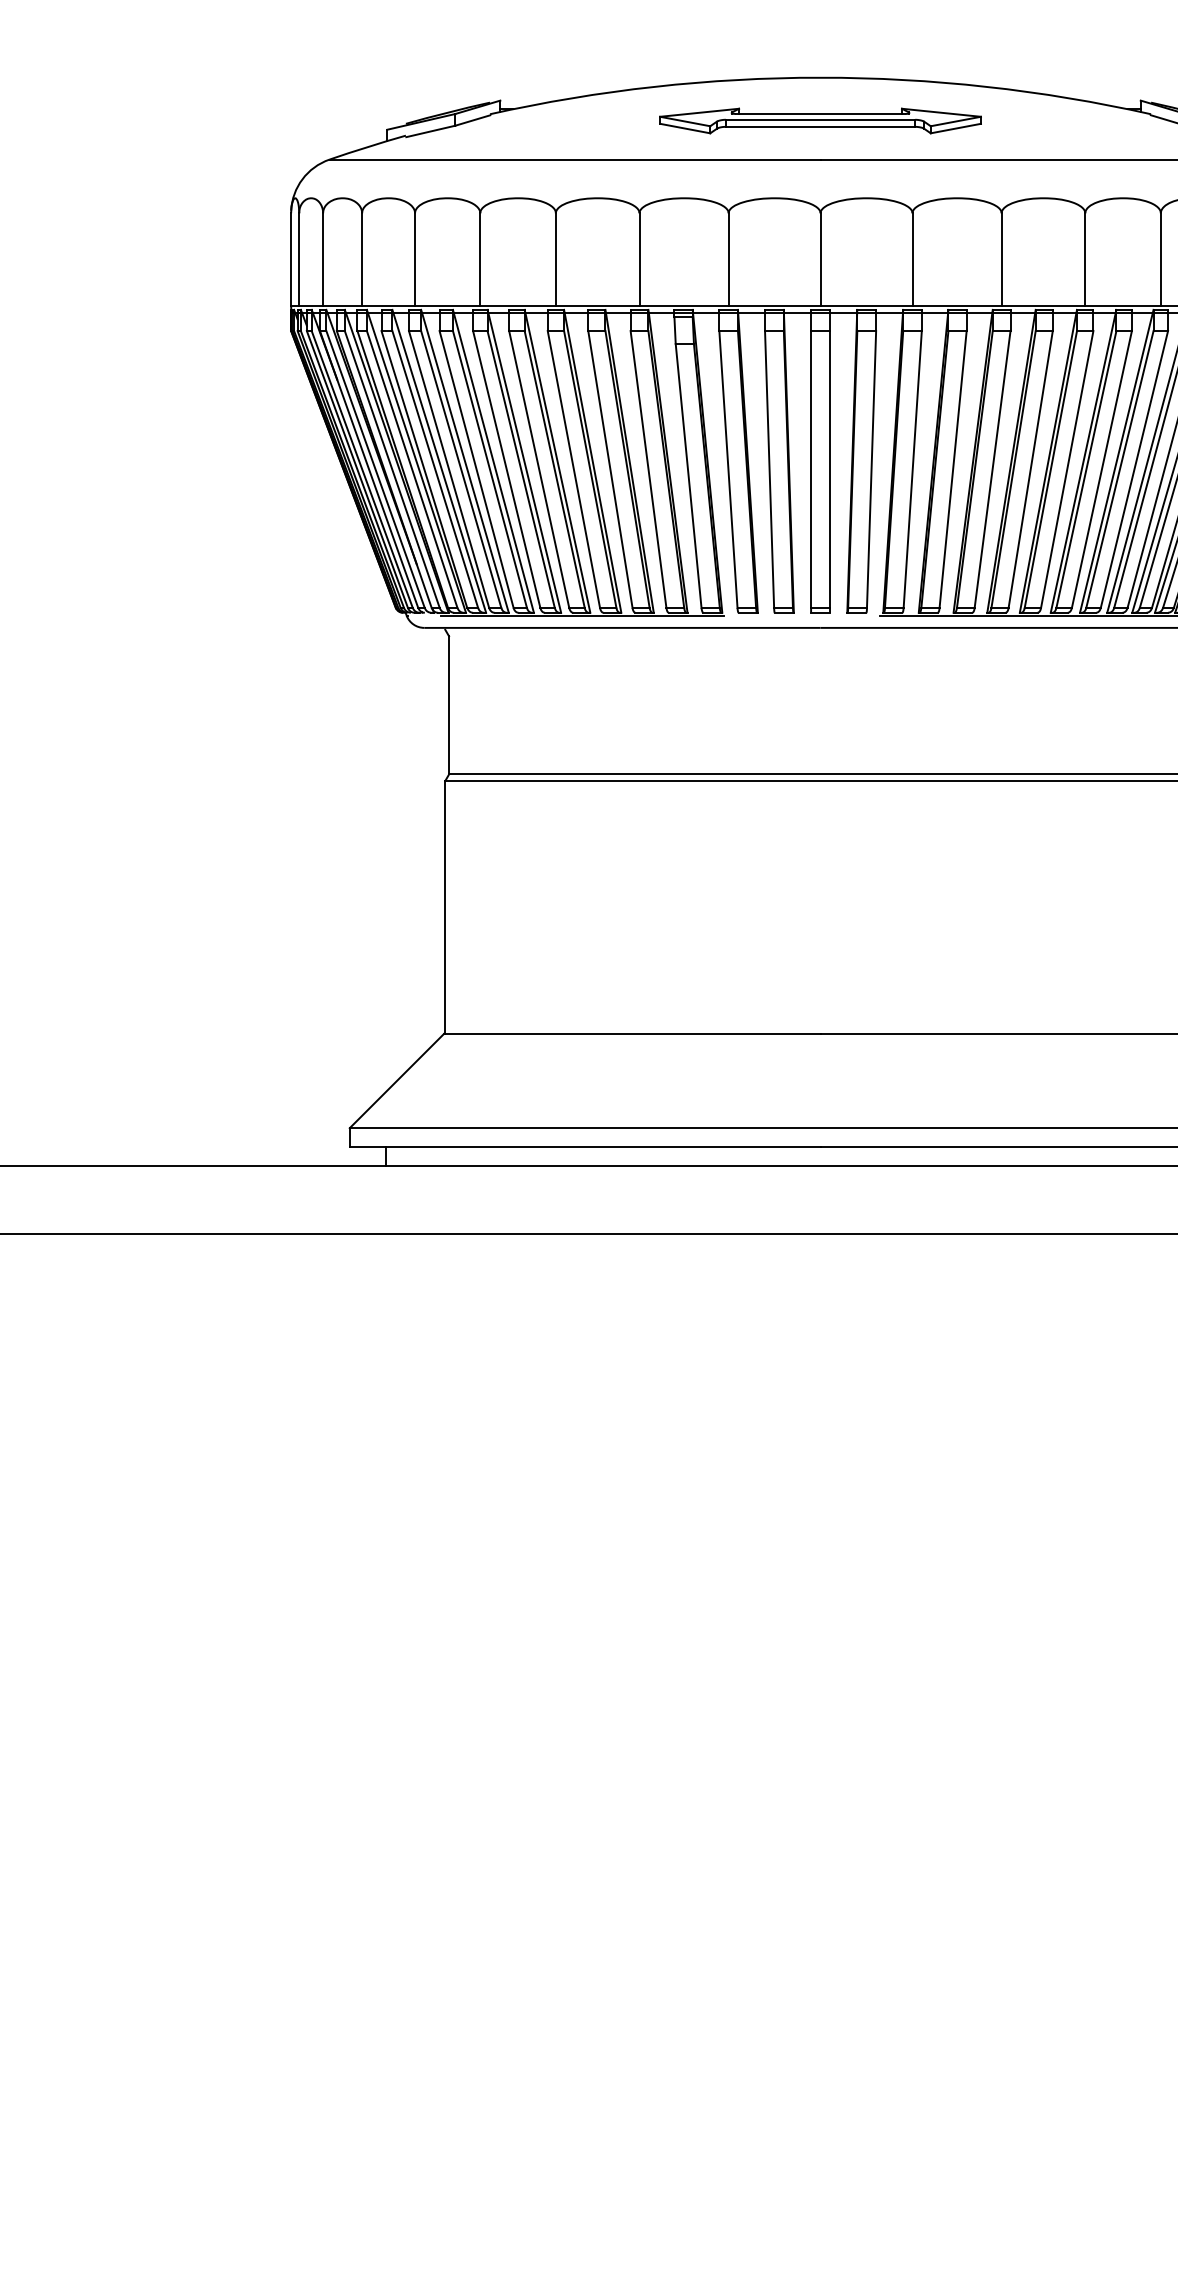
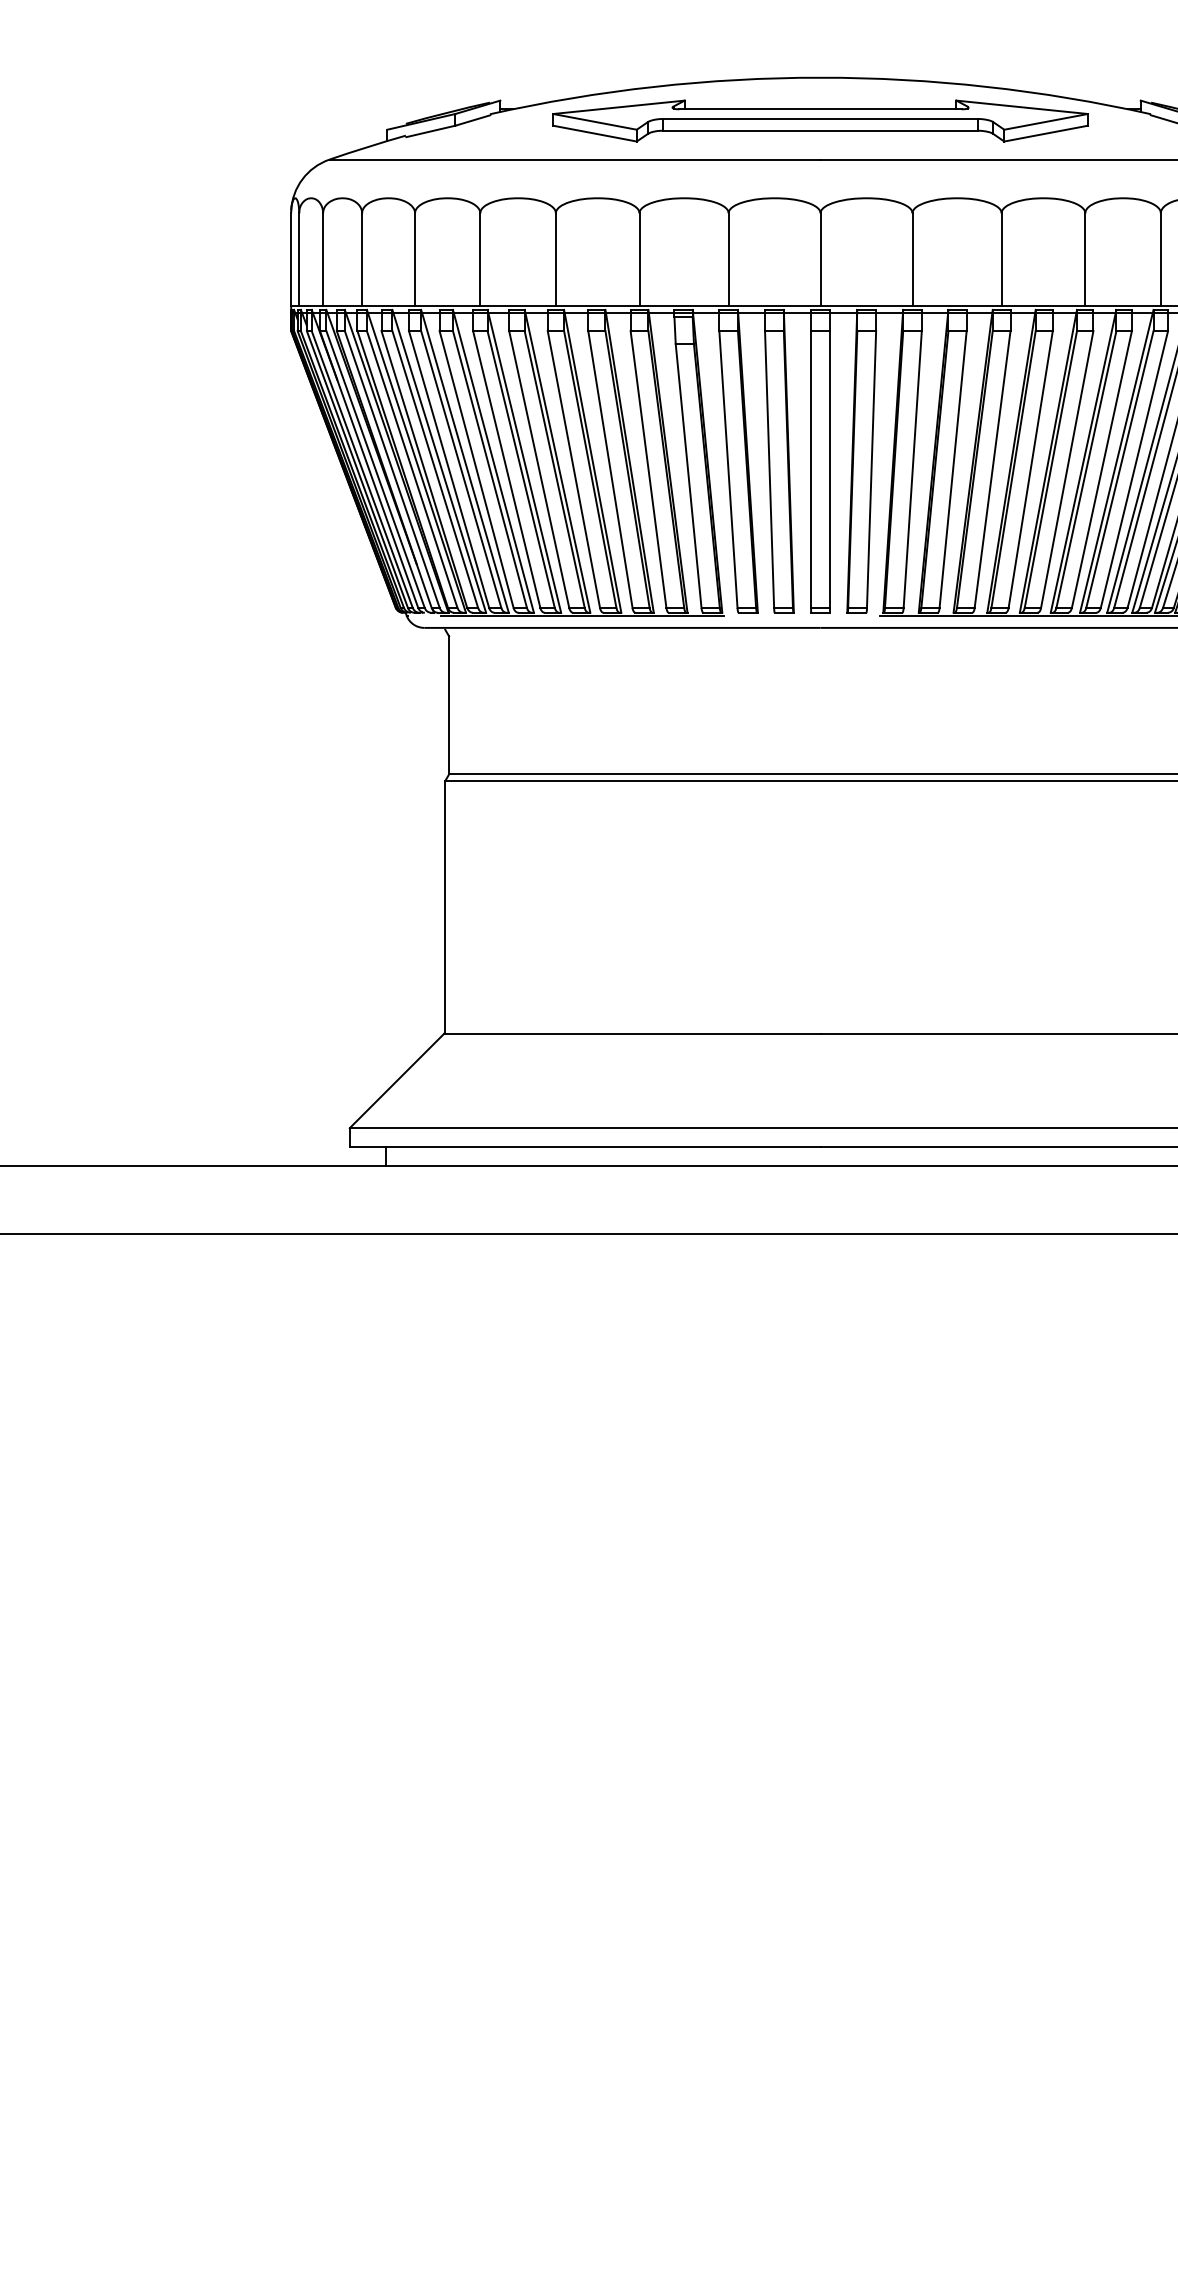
part at (820, 120) size: 323x28 px -> 537x44 px
